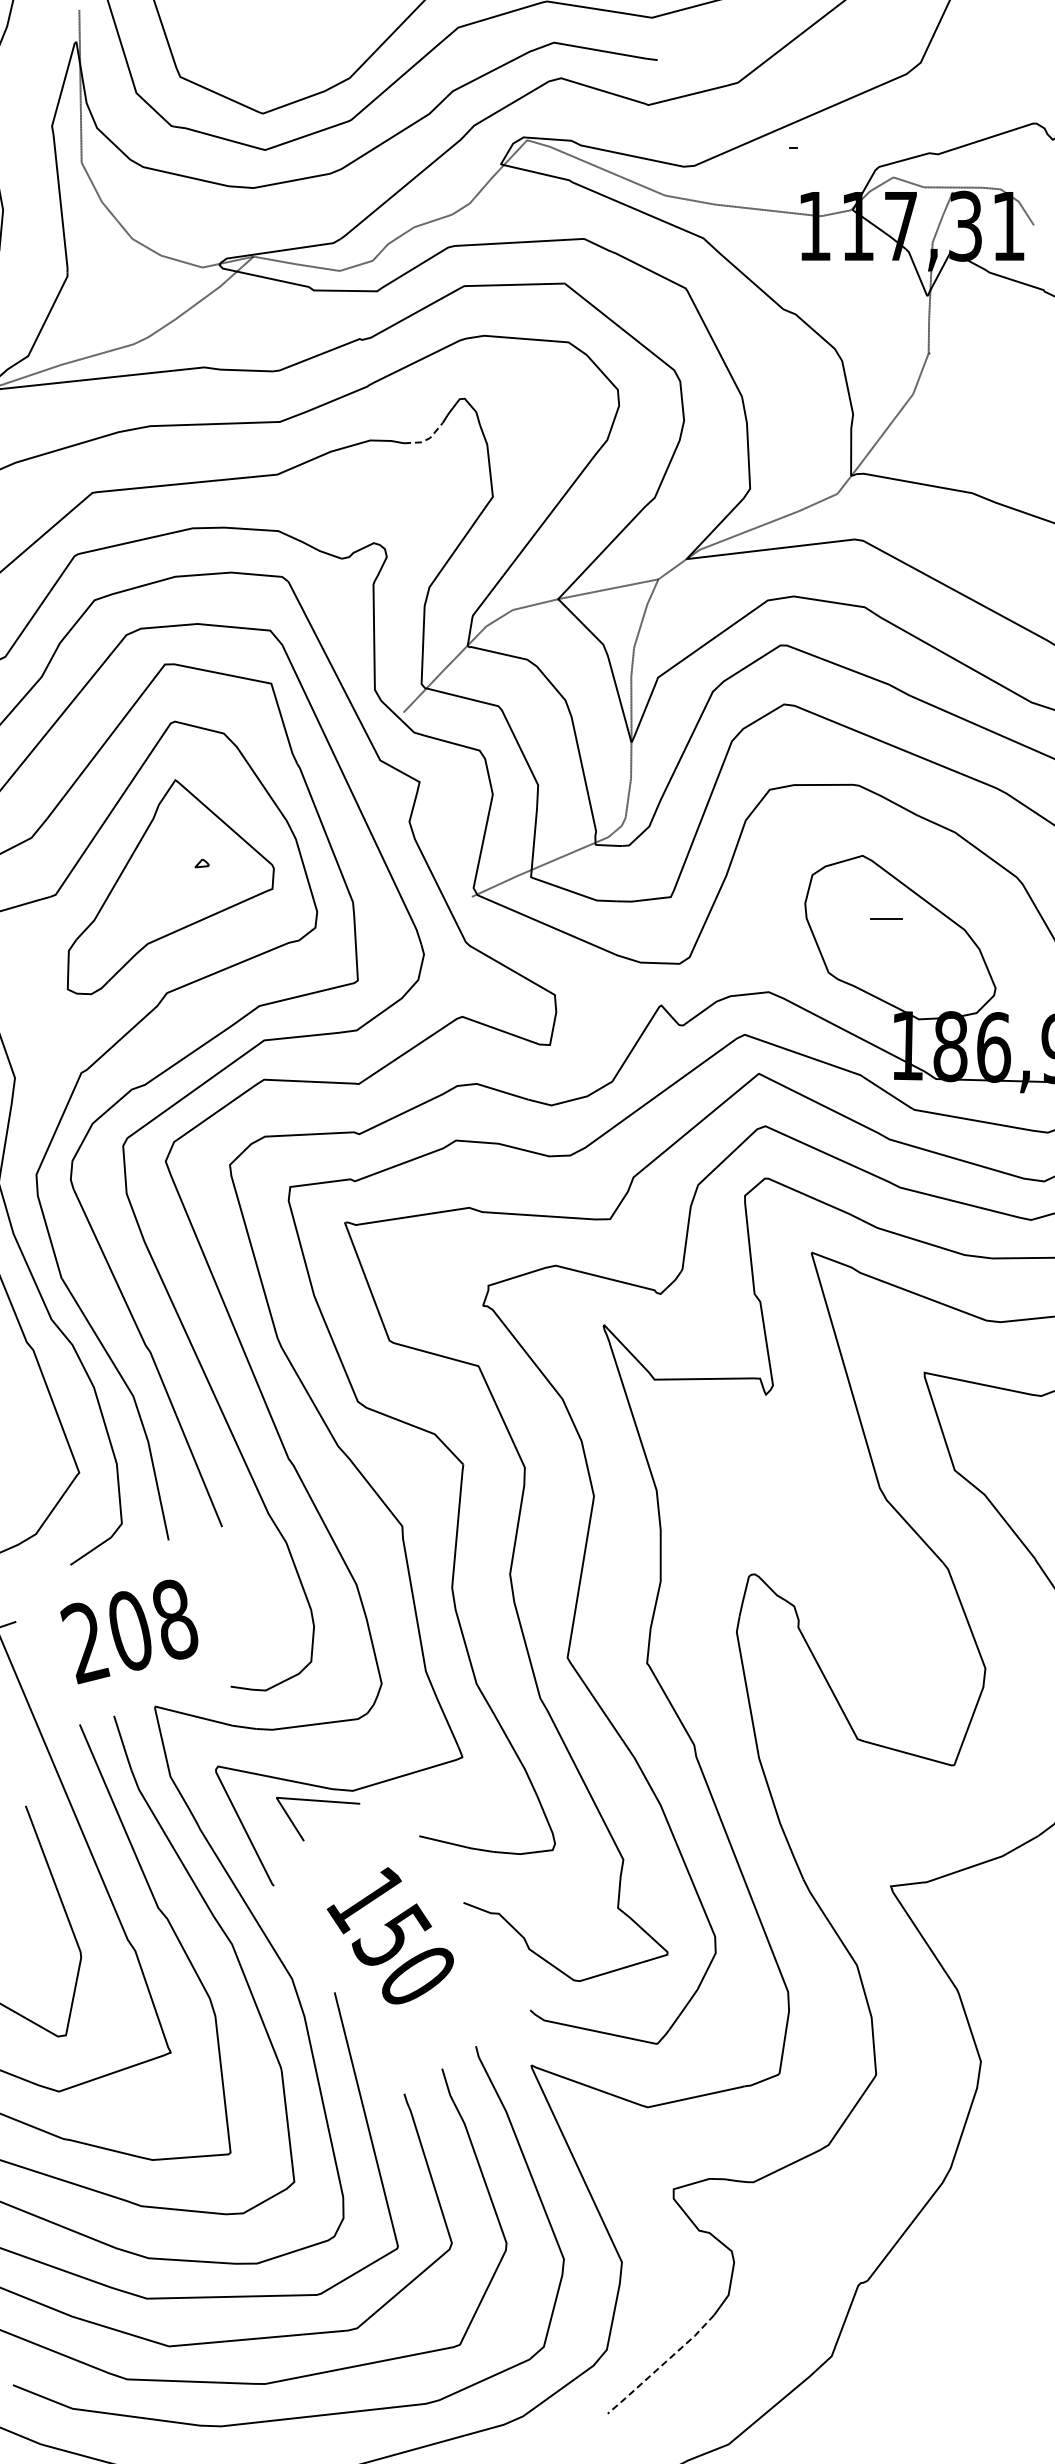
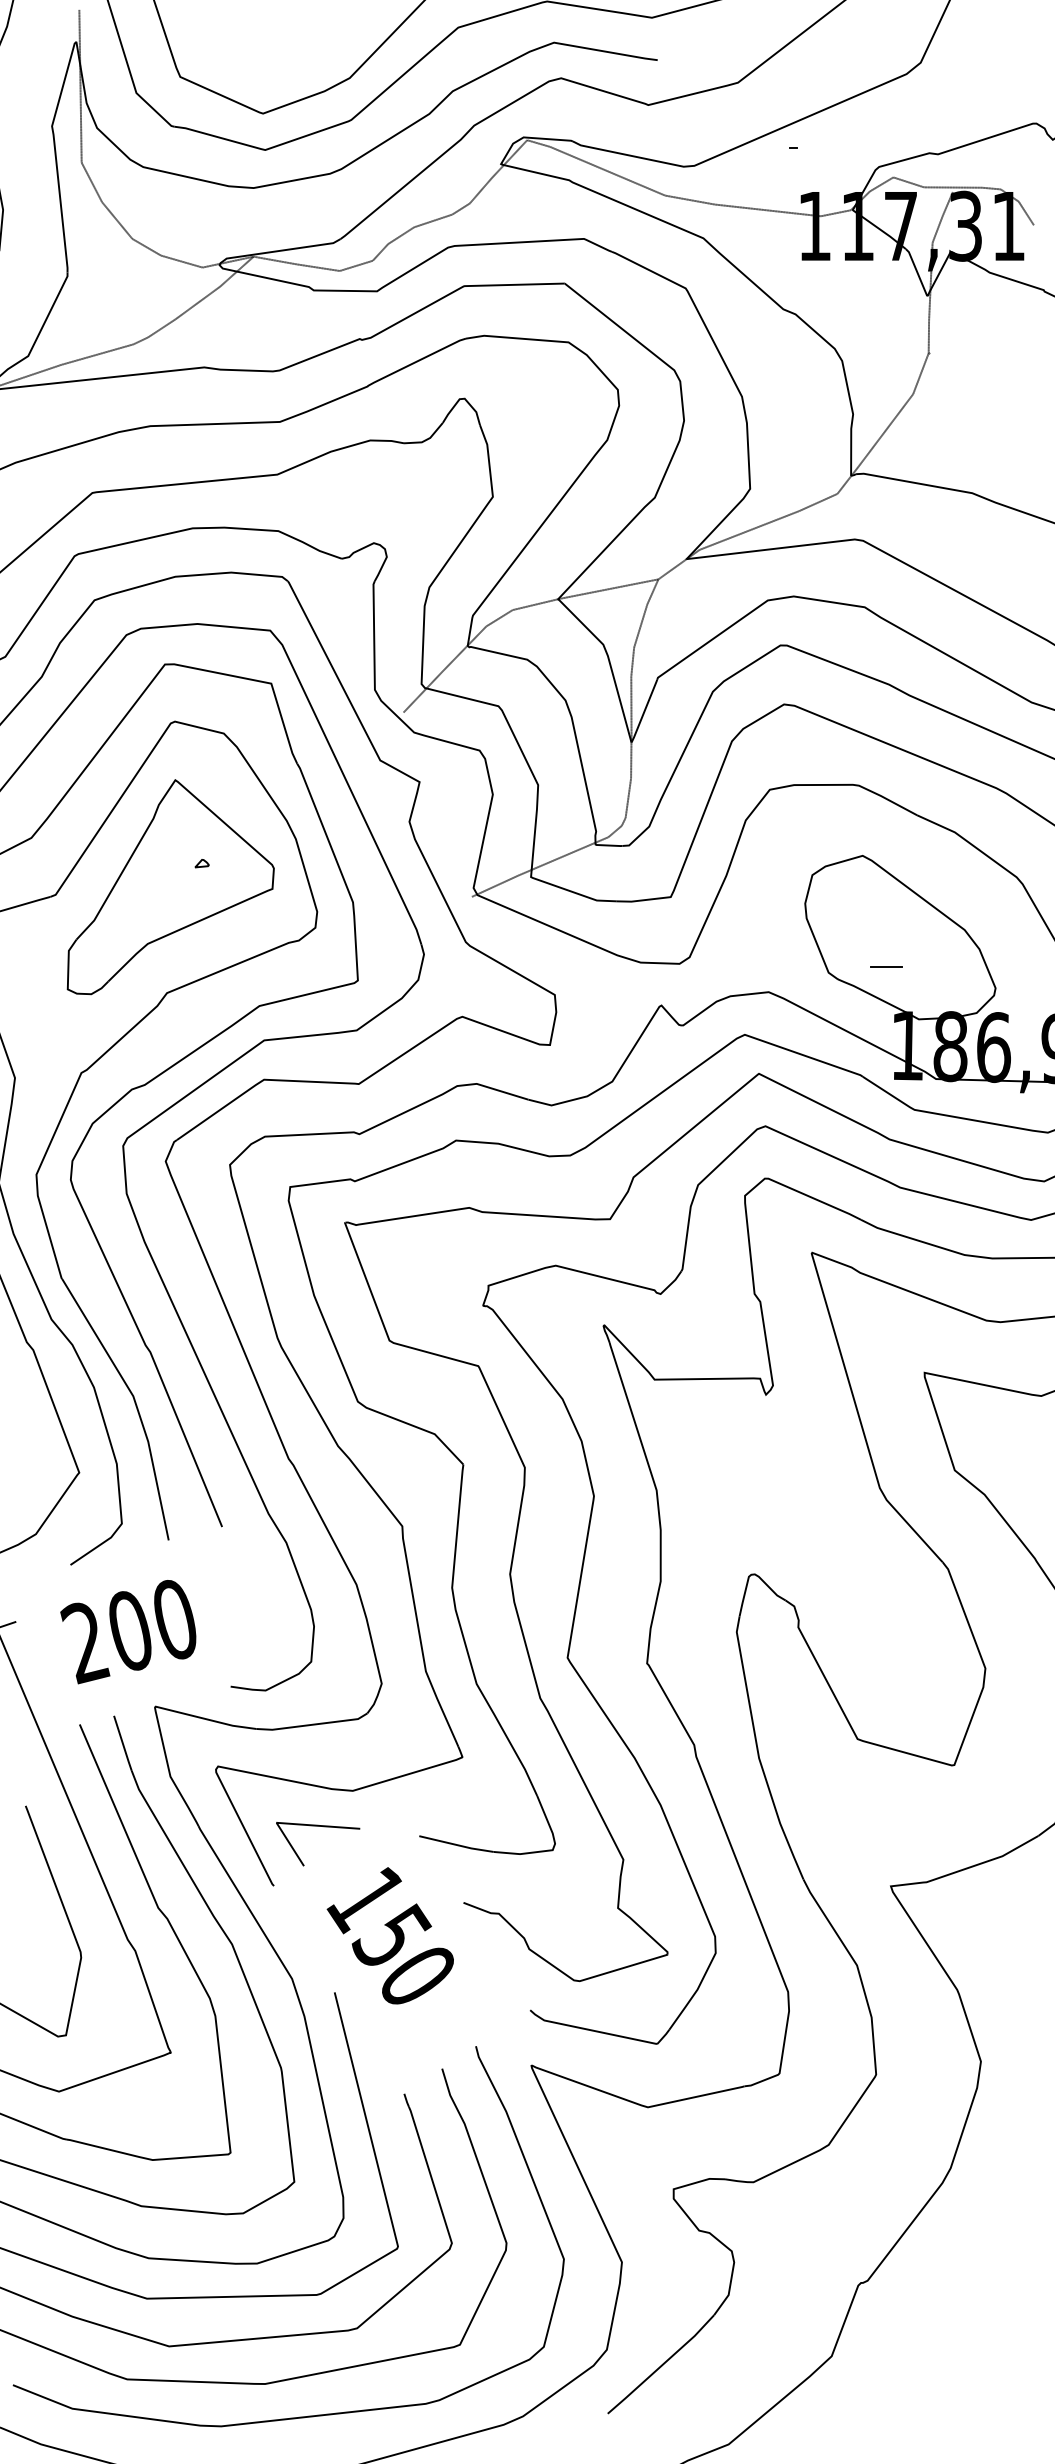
line at (426, 439): dashed -> solid
line at (886, 918) position: (886, 918) -> (886, 966)
text at (175, 1619): 208 -> 200
line at (323, 1802) position: (323, 1802) -> (323, 1827)
line at (661, 2365): dashed -> solid
